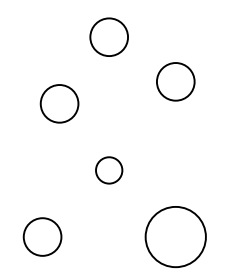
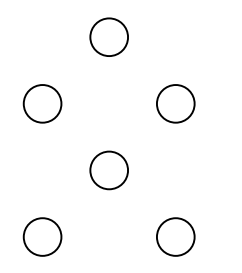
circle at (175, 81) position: (175, 81) -> (175, 103)
circle at (59, 103) position: (59, 103) -> (42, 103)
circle at (109, 170) diameter: 26 px -> 38 px
circle at (175, 236) diameter: 60 px -> 38 px
